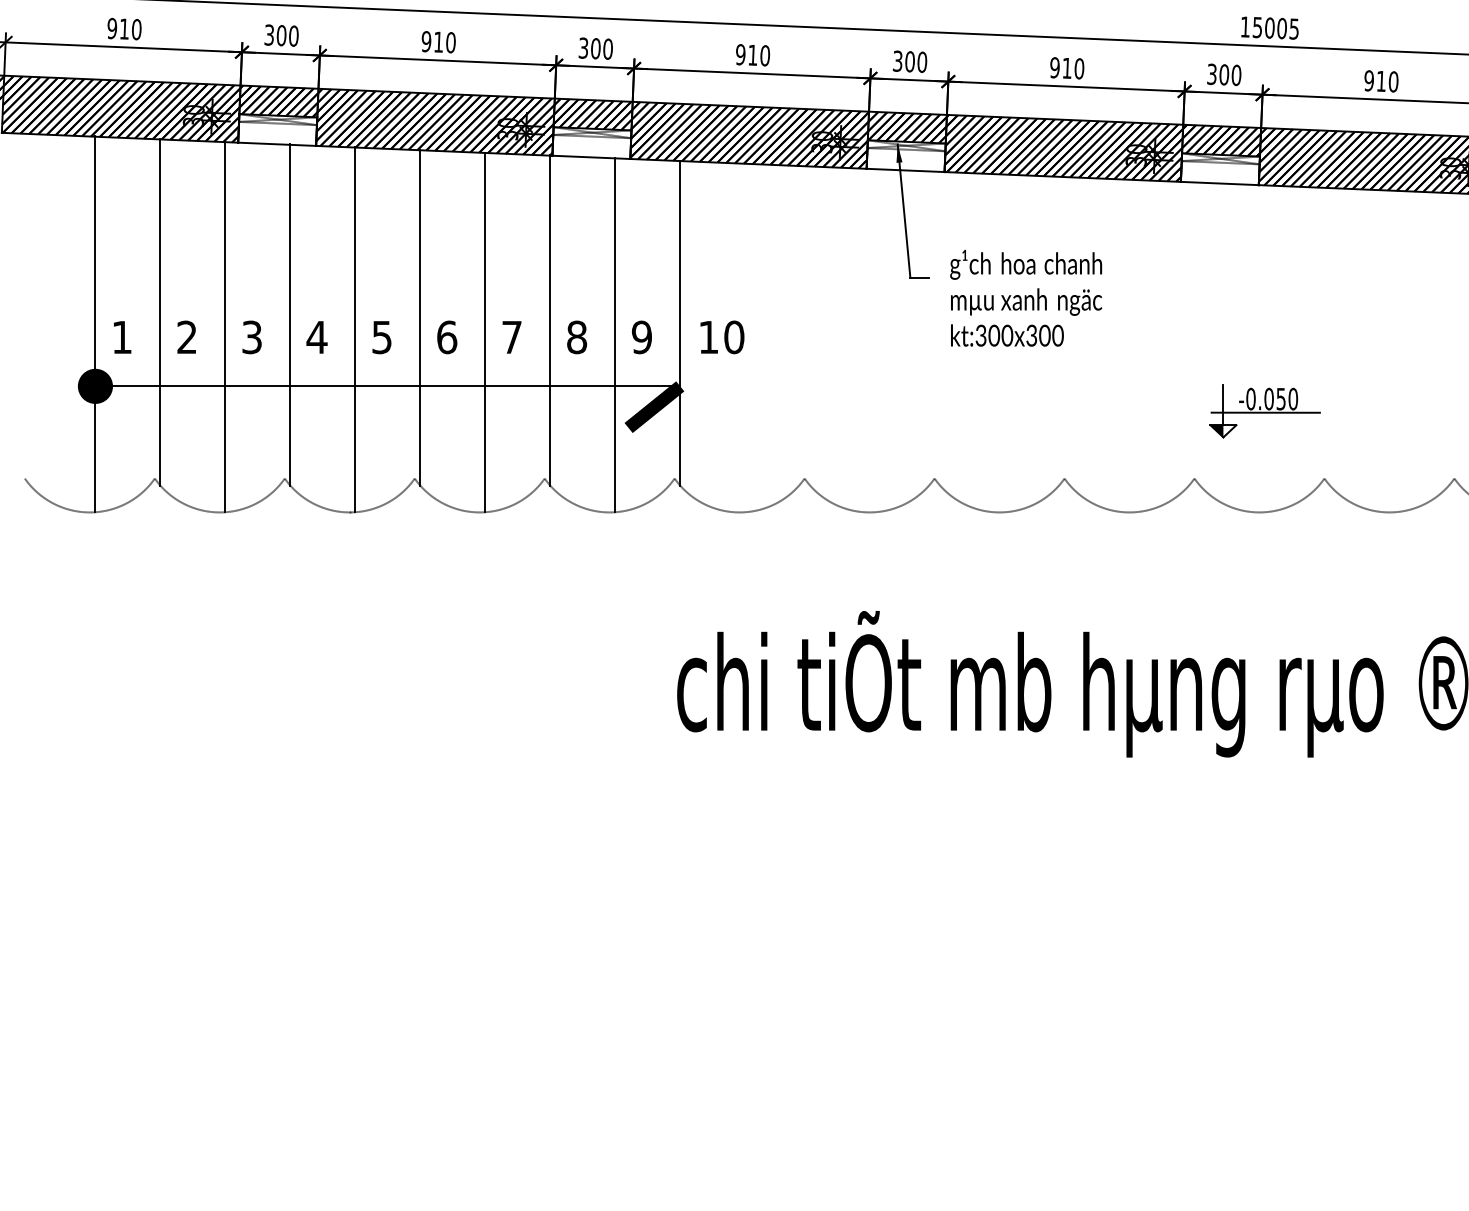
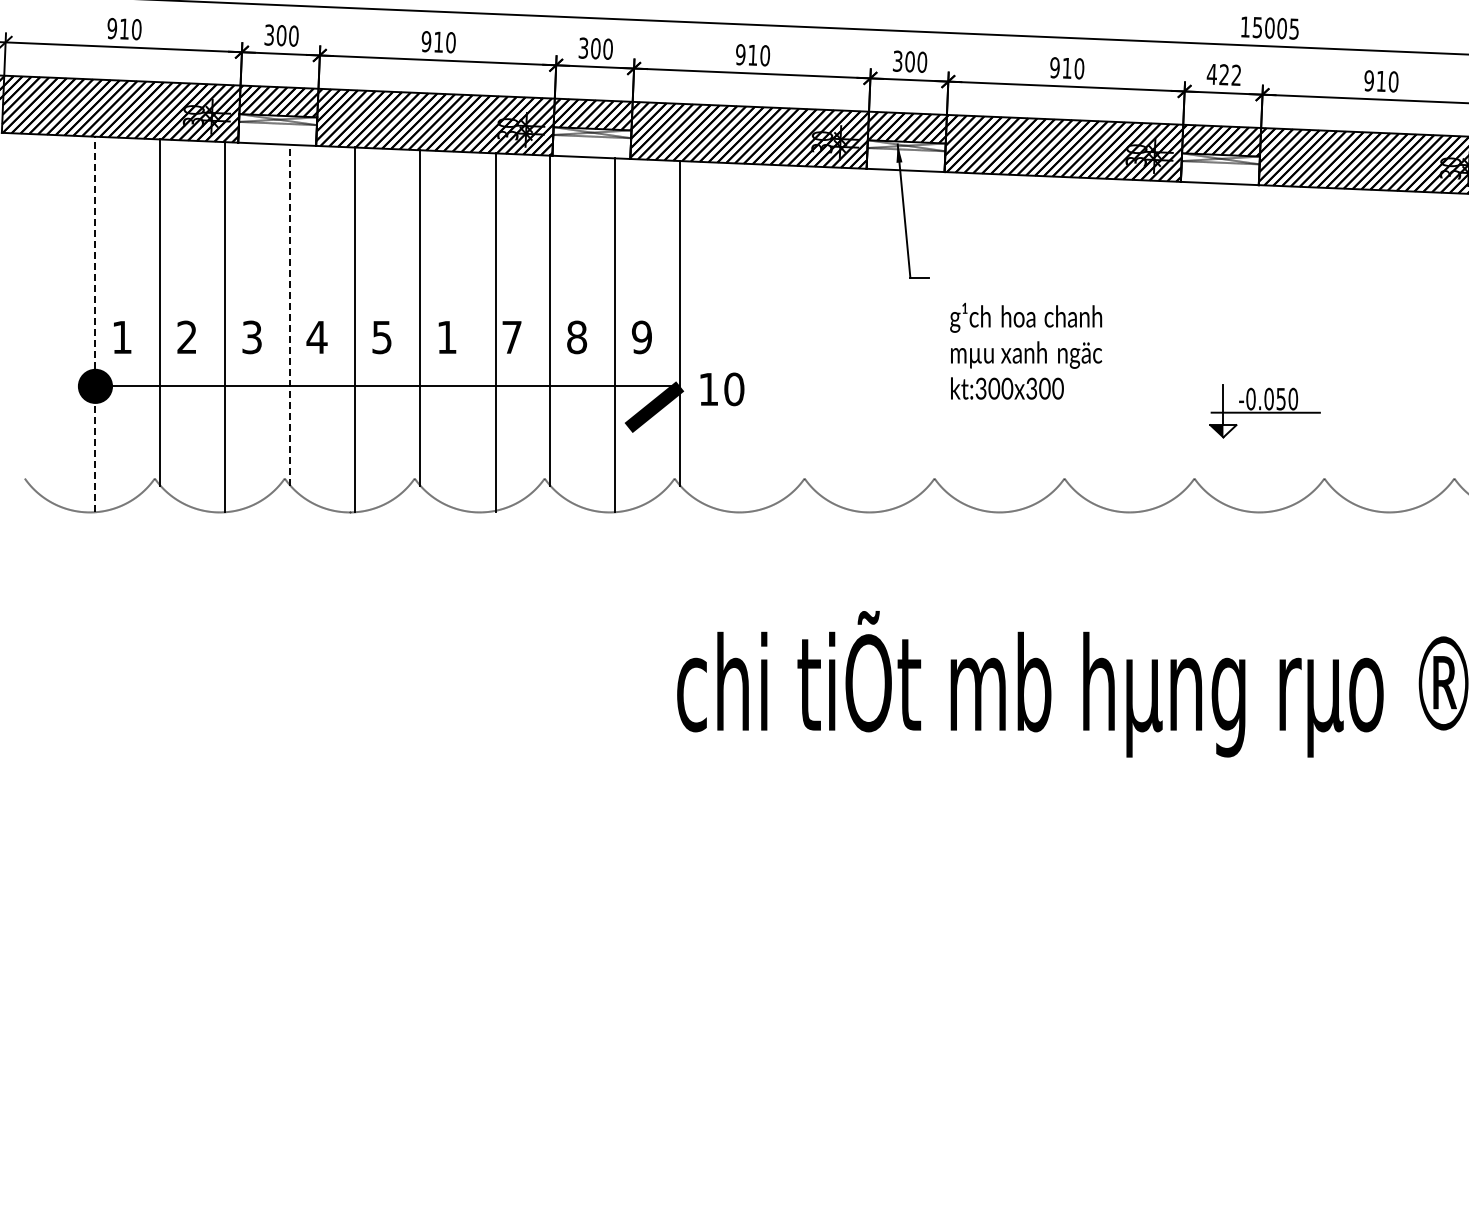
text at (1223, 74): 300 -> 422
text at (1026, 297) position: (1026, 297) -> (1026, 350)
line at (290, 315): solid -> dashed
line at (95, 324): solid -> dashed
line at (485, 332) position: (485, 332) -> (496, 332)
text at (447, 337): 6 -> 1
text at (722, 337) position: (722, 337) -> (722, 389)
